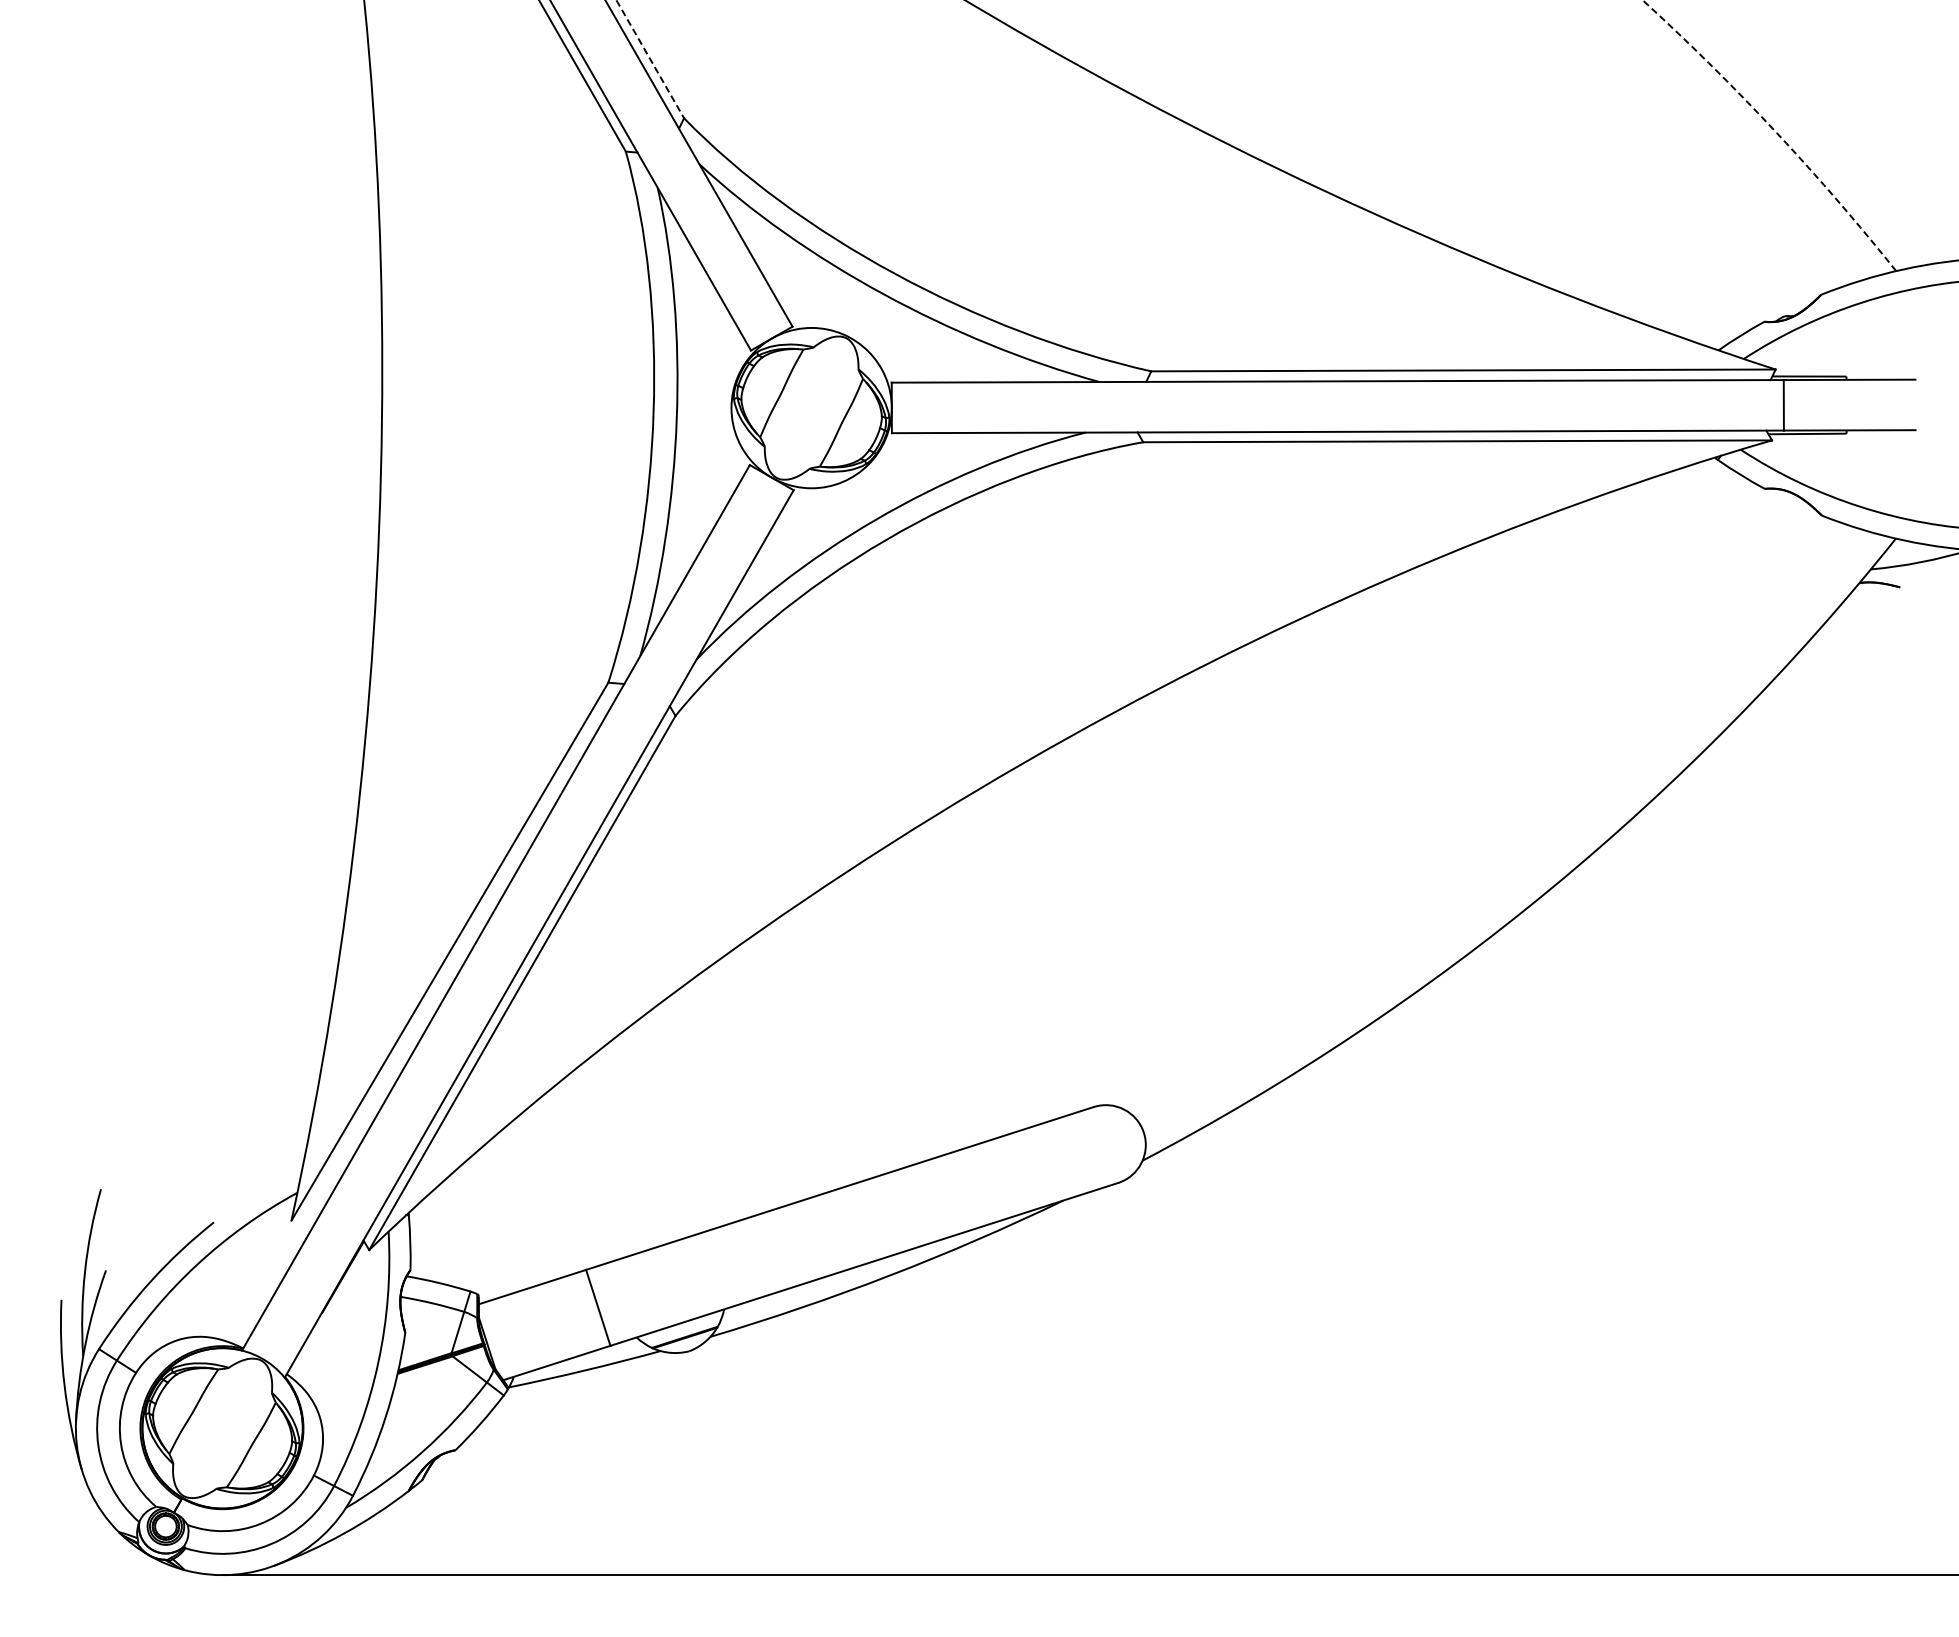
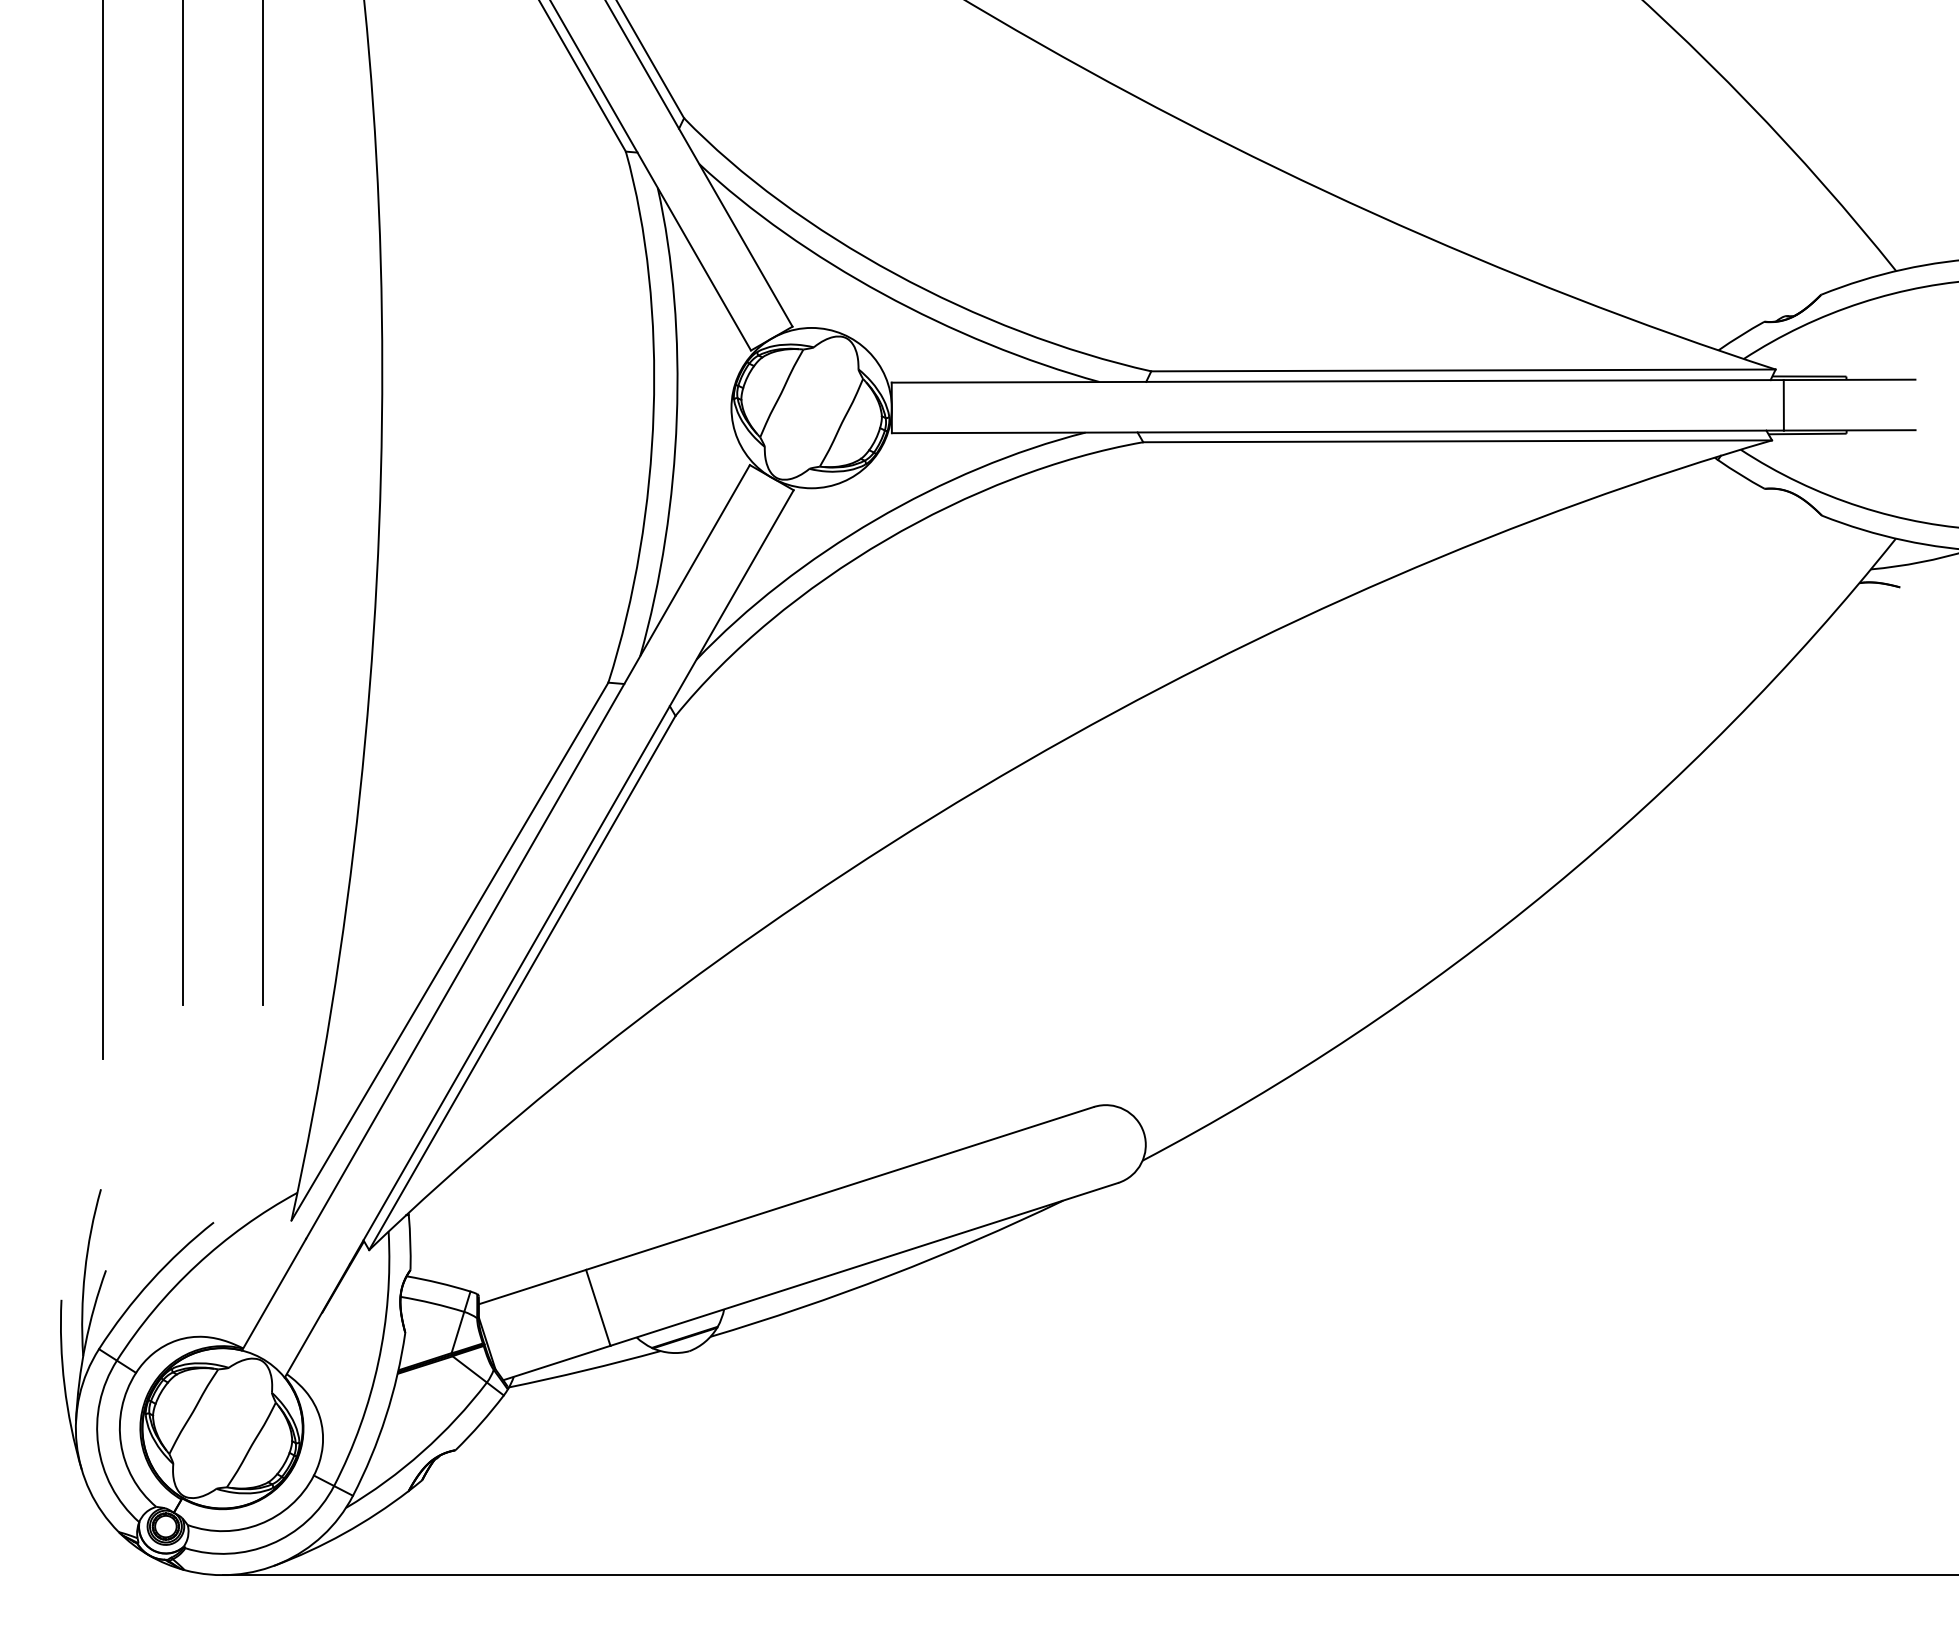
line at (650, 59): dashed -> solid
arc at (1775, 131): dashed -> solid
line at (182, 503): none -> present
line at (262, 503): none -> present
line at (102, 530): none -> present
